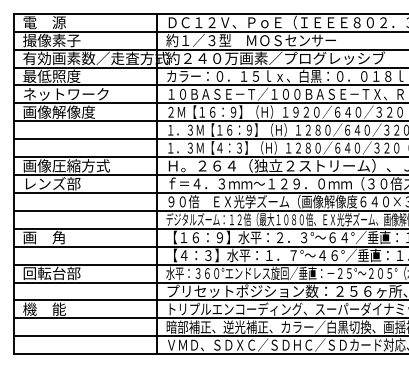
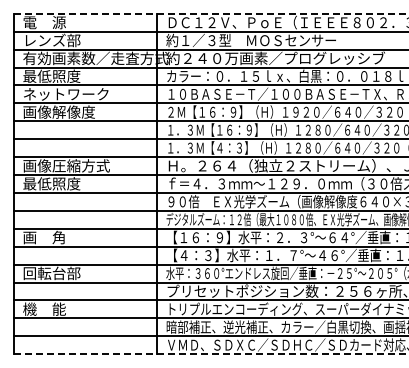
line at (210, 13): solid -> dashed
text at (51, 40): 撮像素子 -> レンズ部
text at (51, 183): レンズ部 -> 最低照度
line at (211, 354): solid -> dashed
